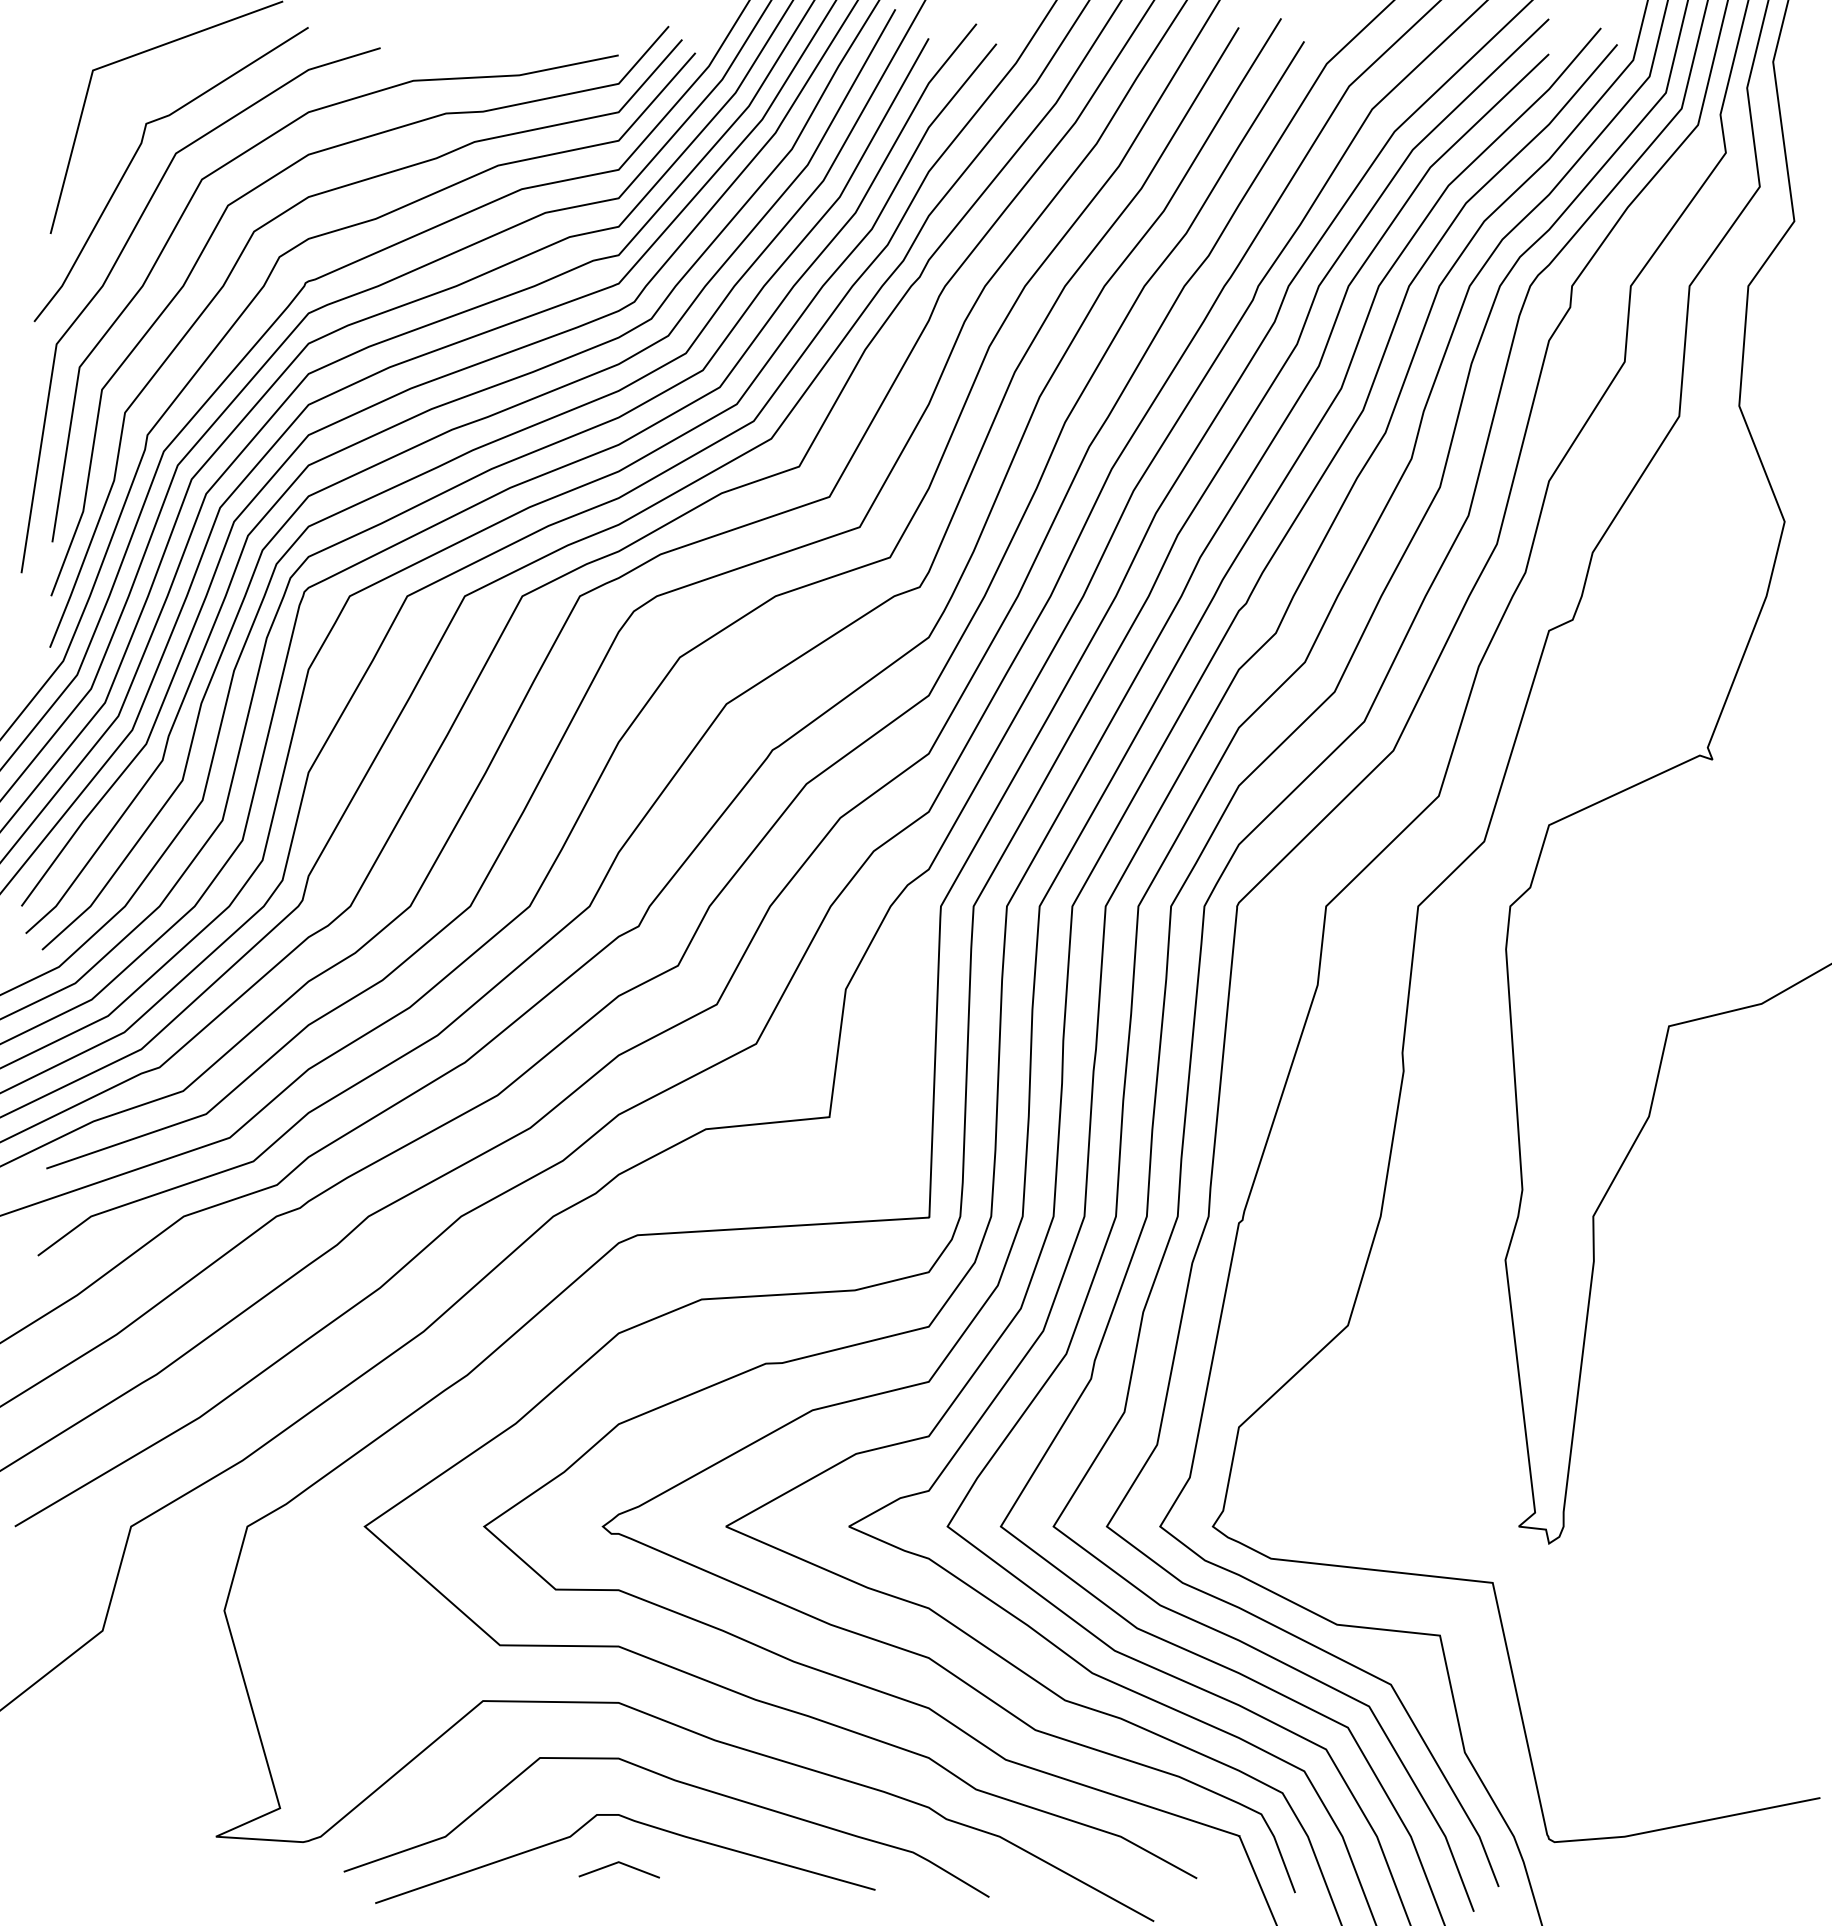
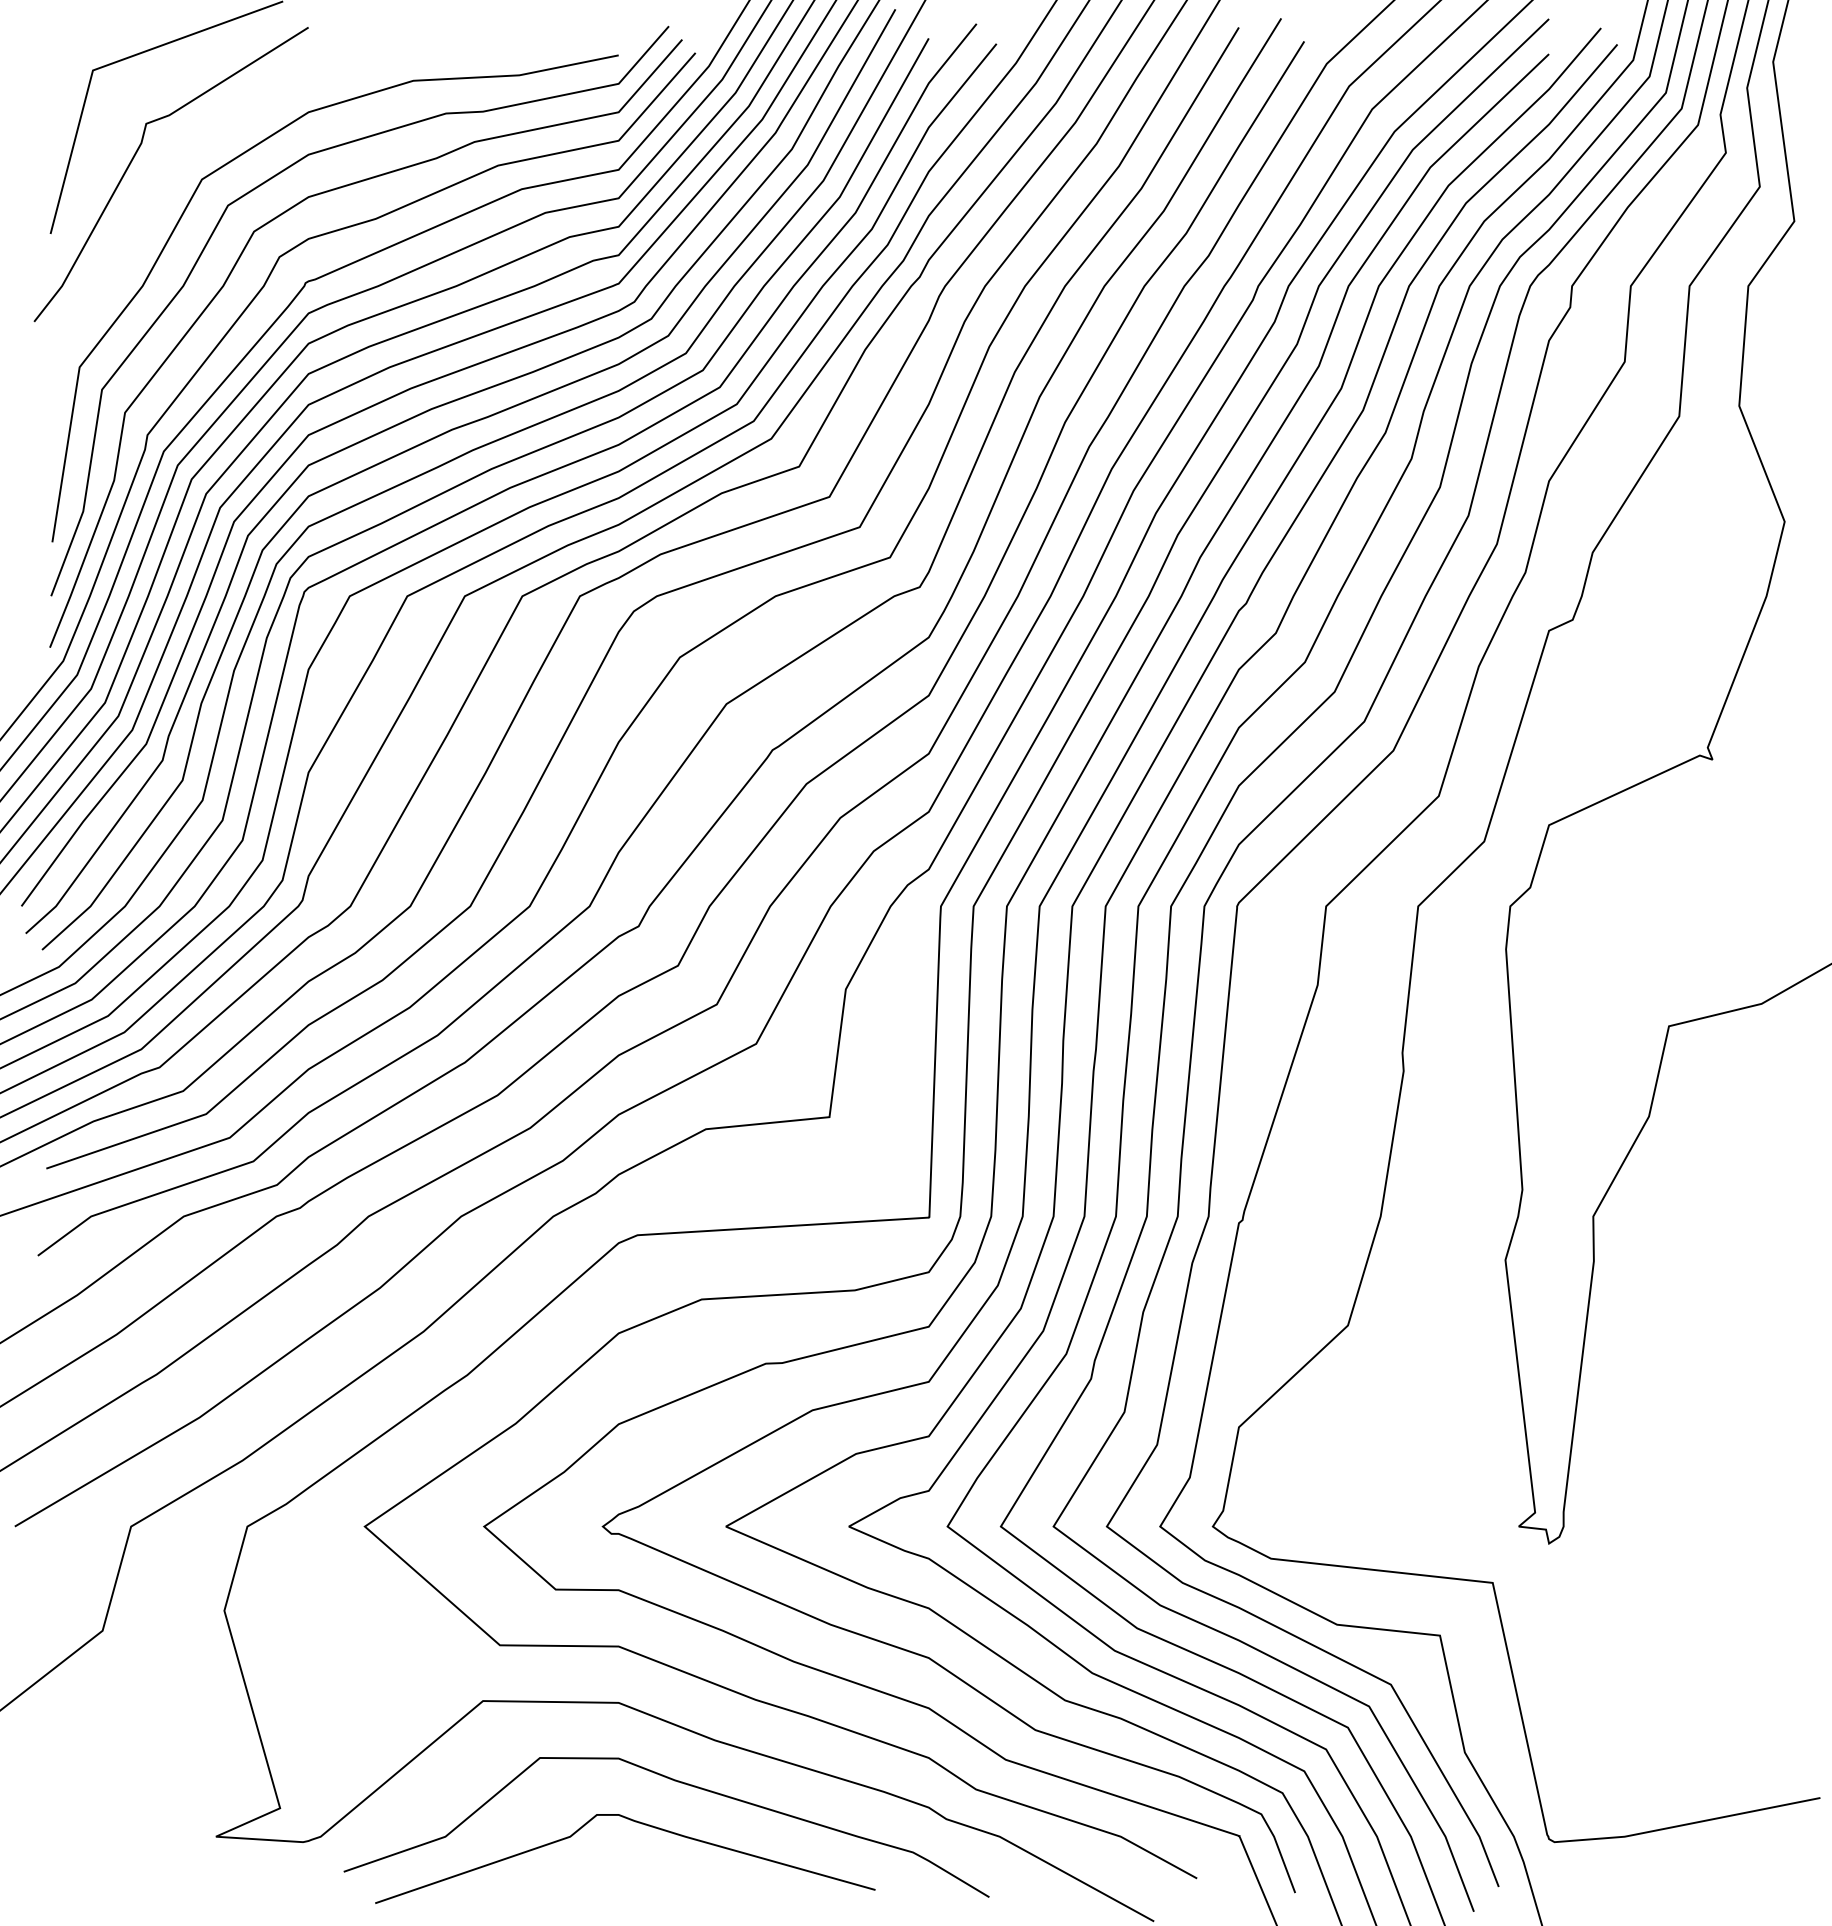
curve at (115, 265): present -> none
line at (615, 1864): present -> none
